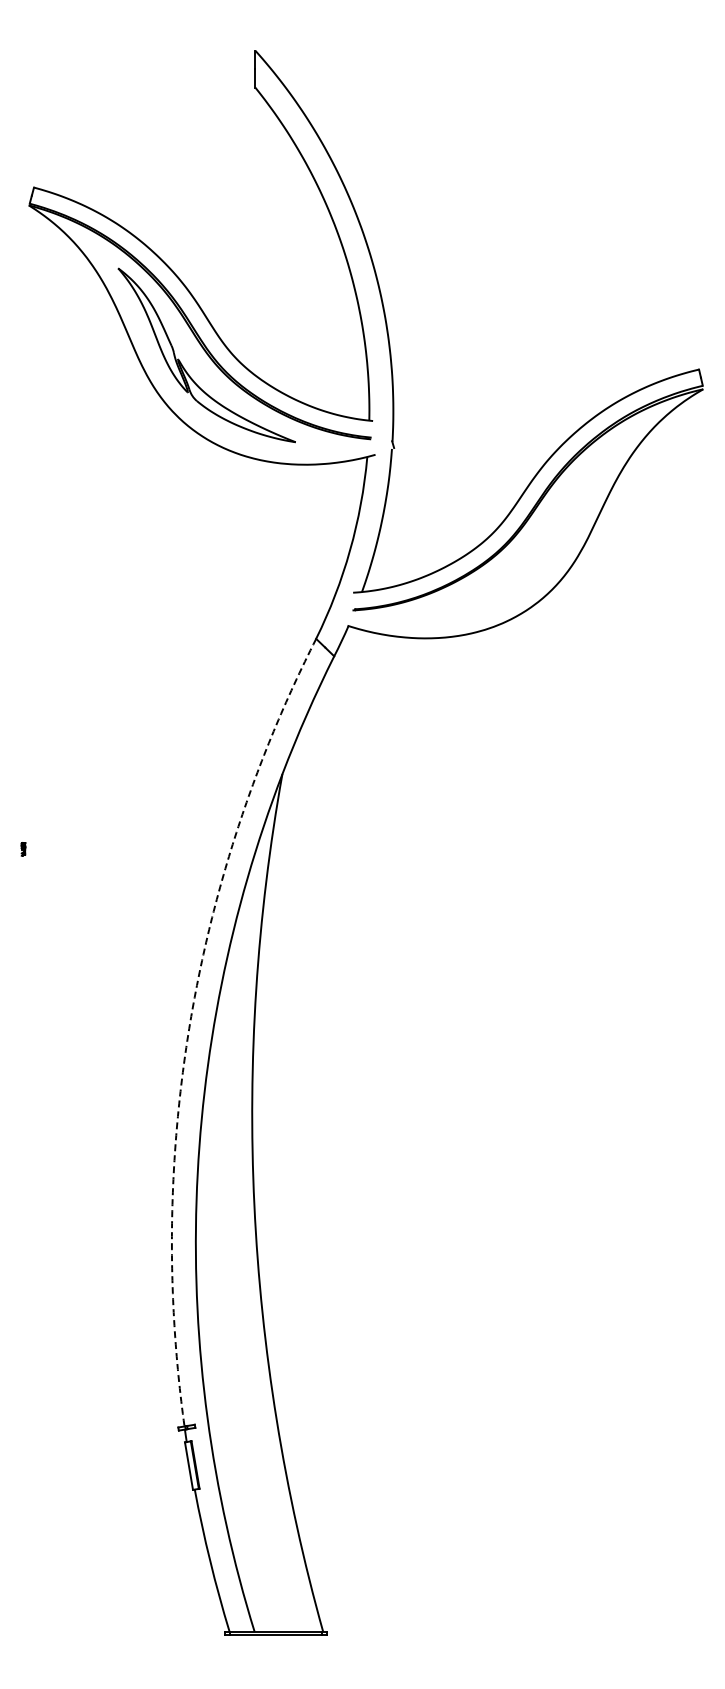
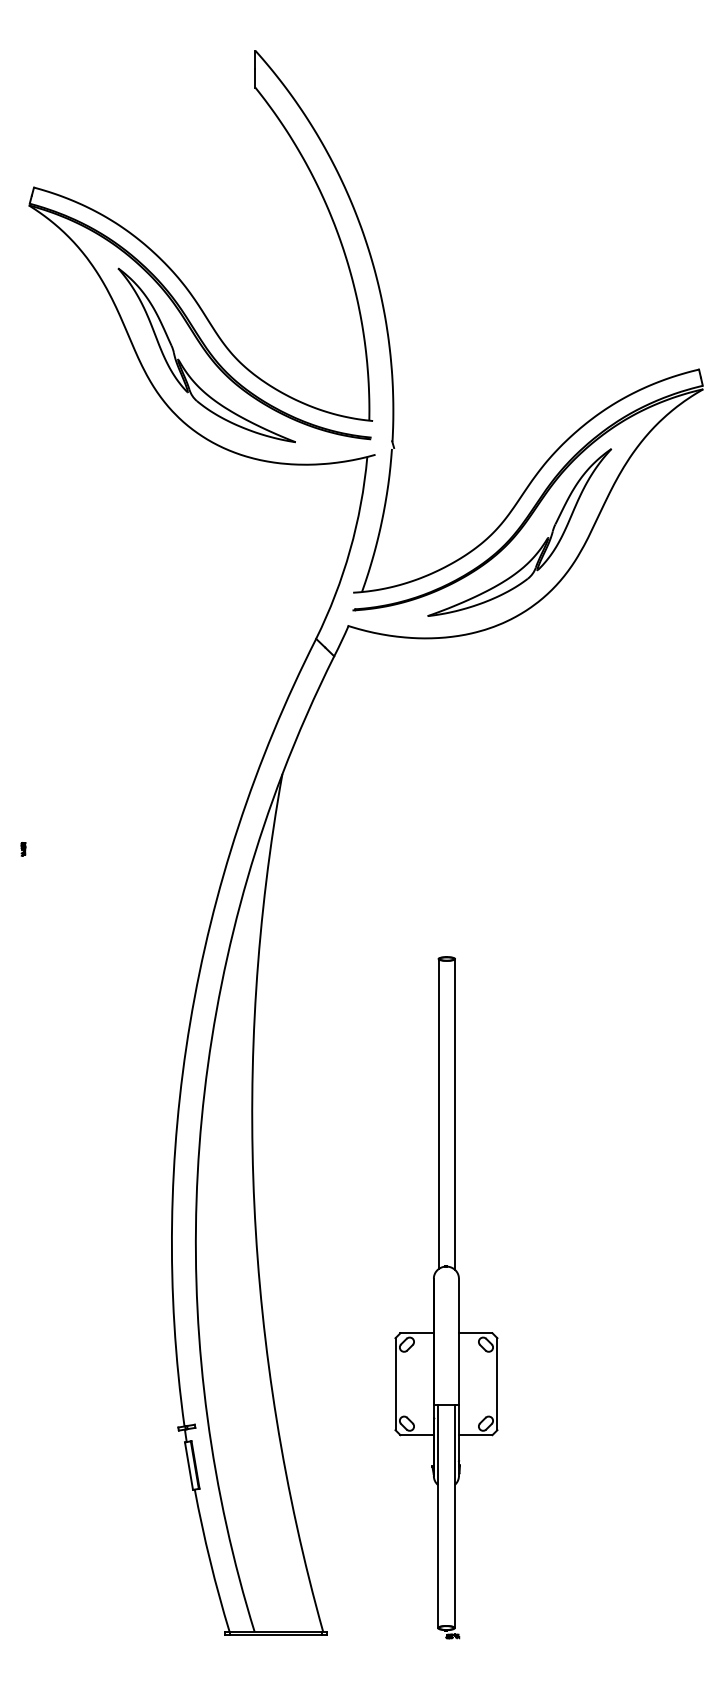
part at (541, 545): none -> present
arc at (190, 1022): dashed -> solid
part at (446, 1297): none -> present
